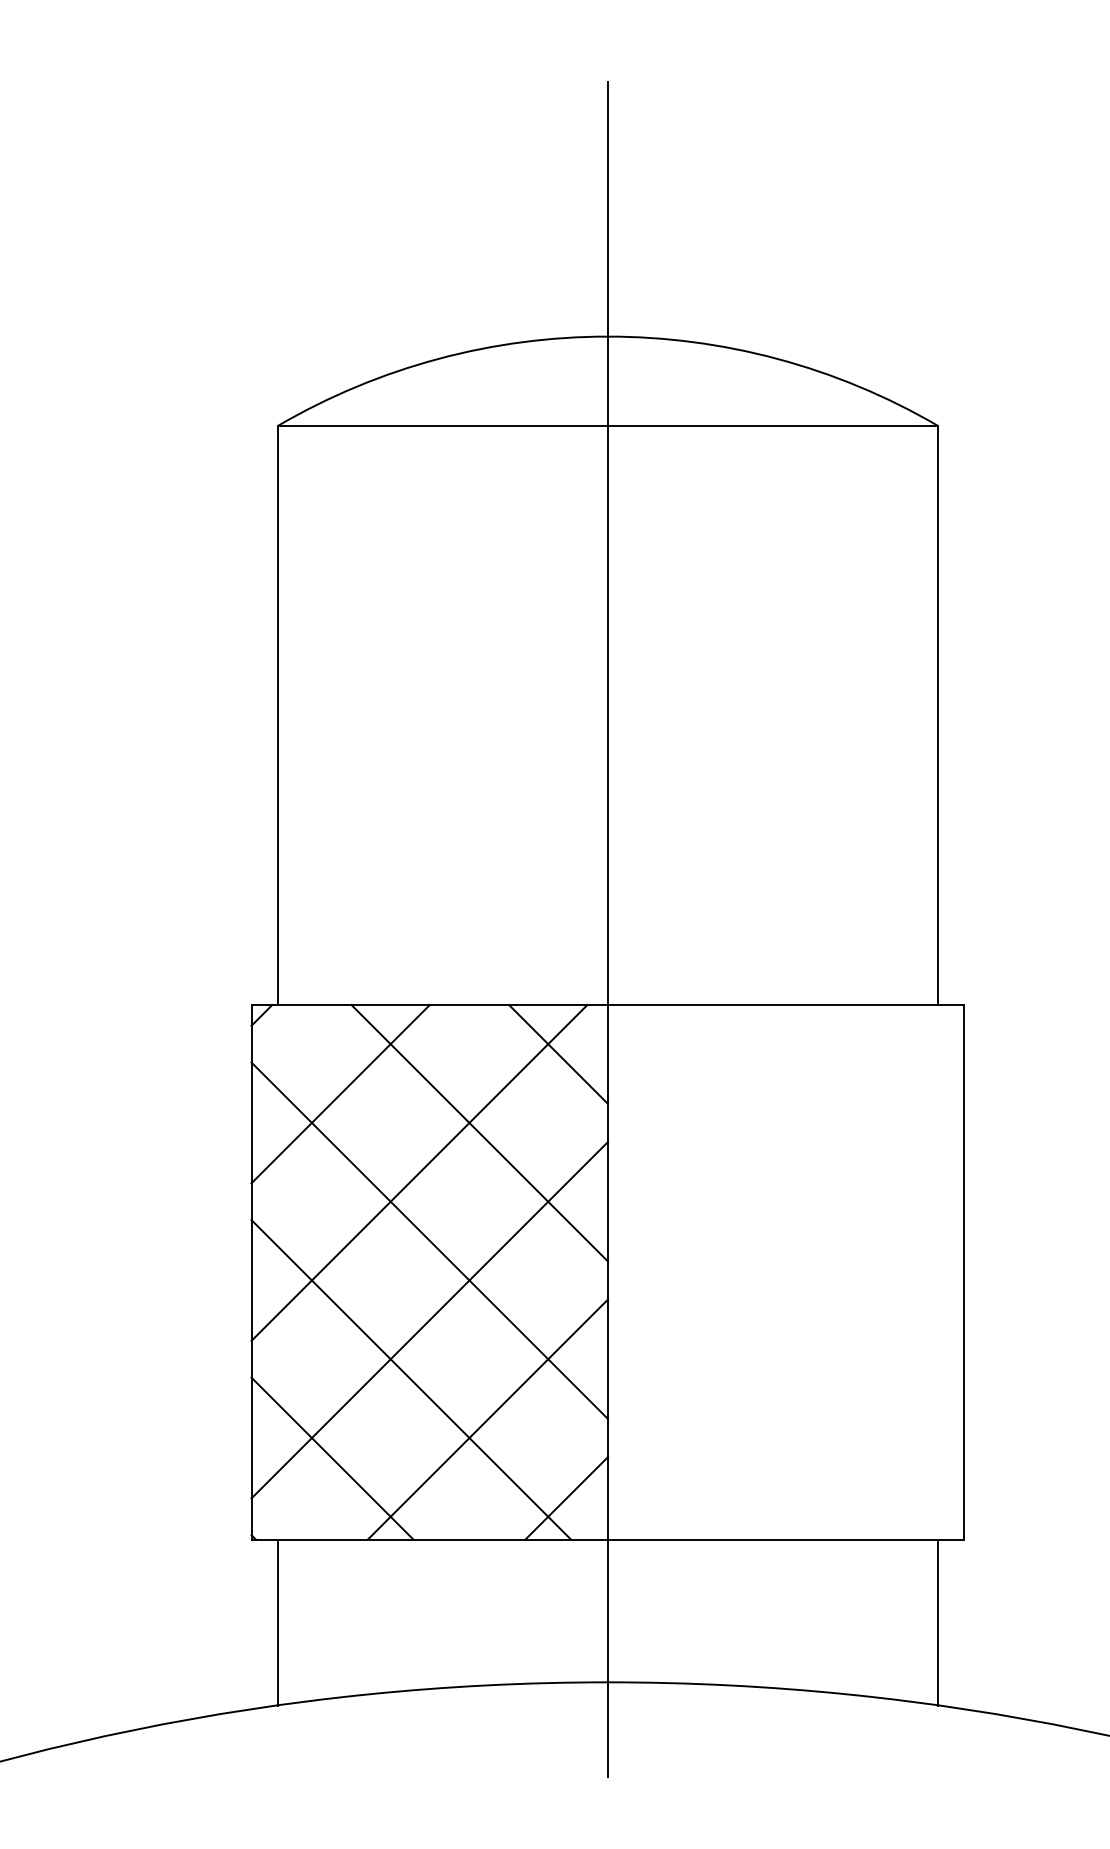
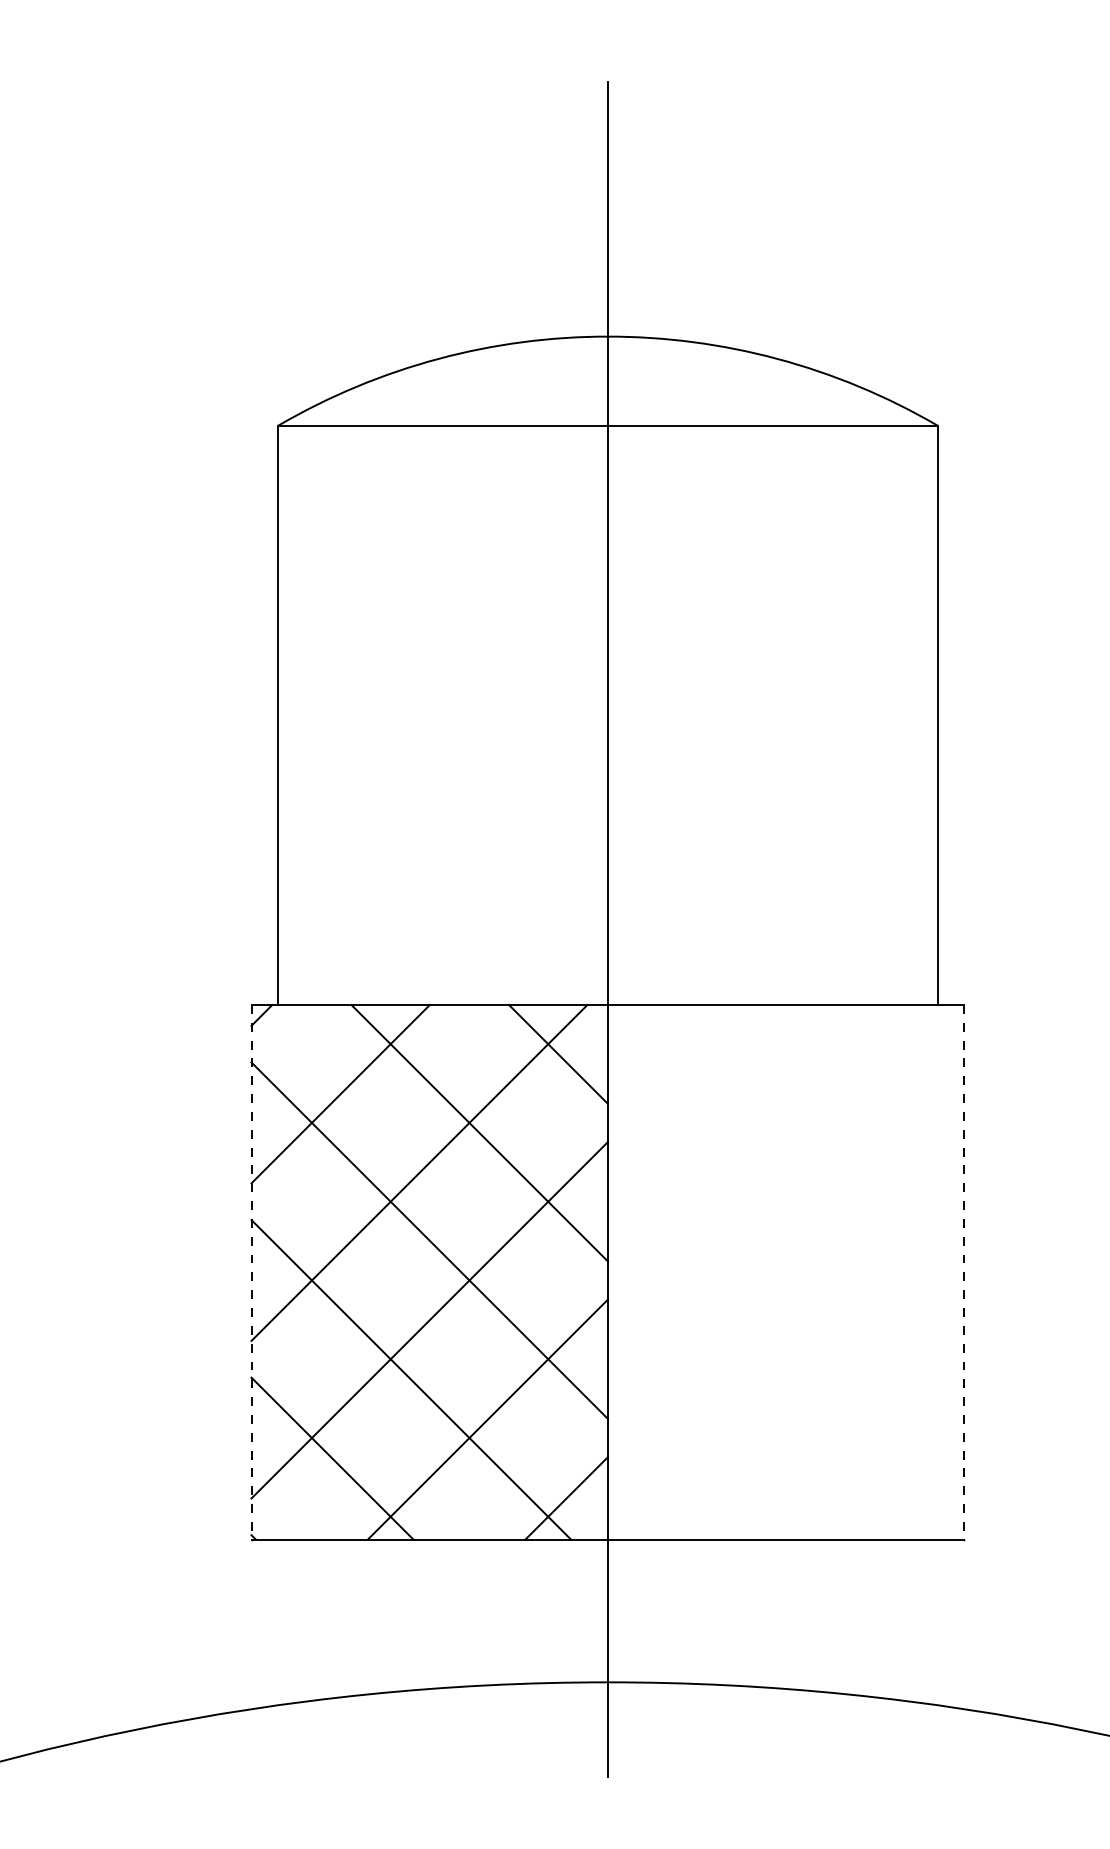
line at (251, 1272): solid -> dashed
line at (964, 1272): solid -> dashed
line at (278, 1622): present -> none
line at (937, 1622): present -> none
